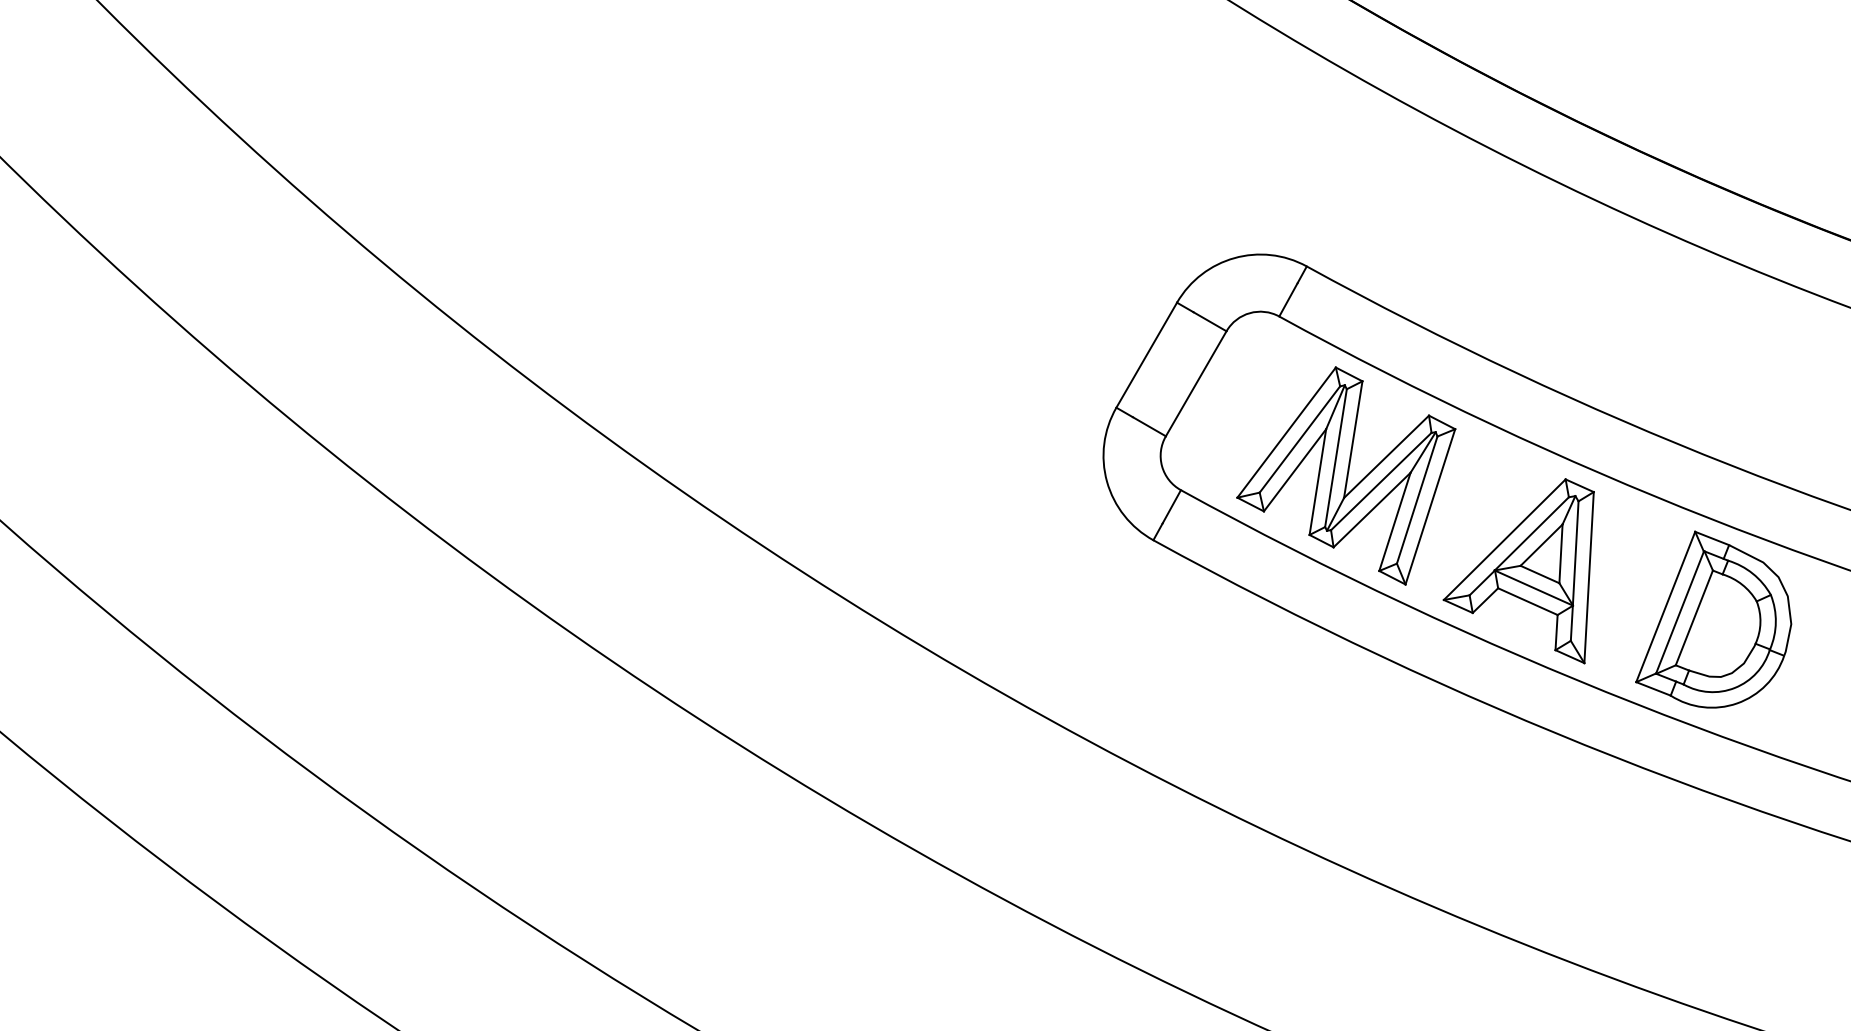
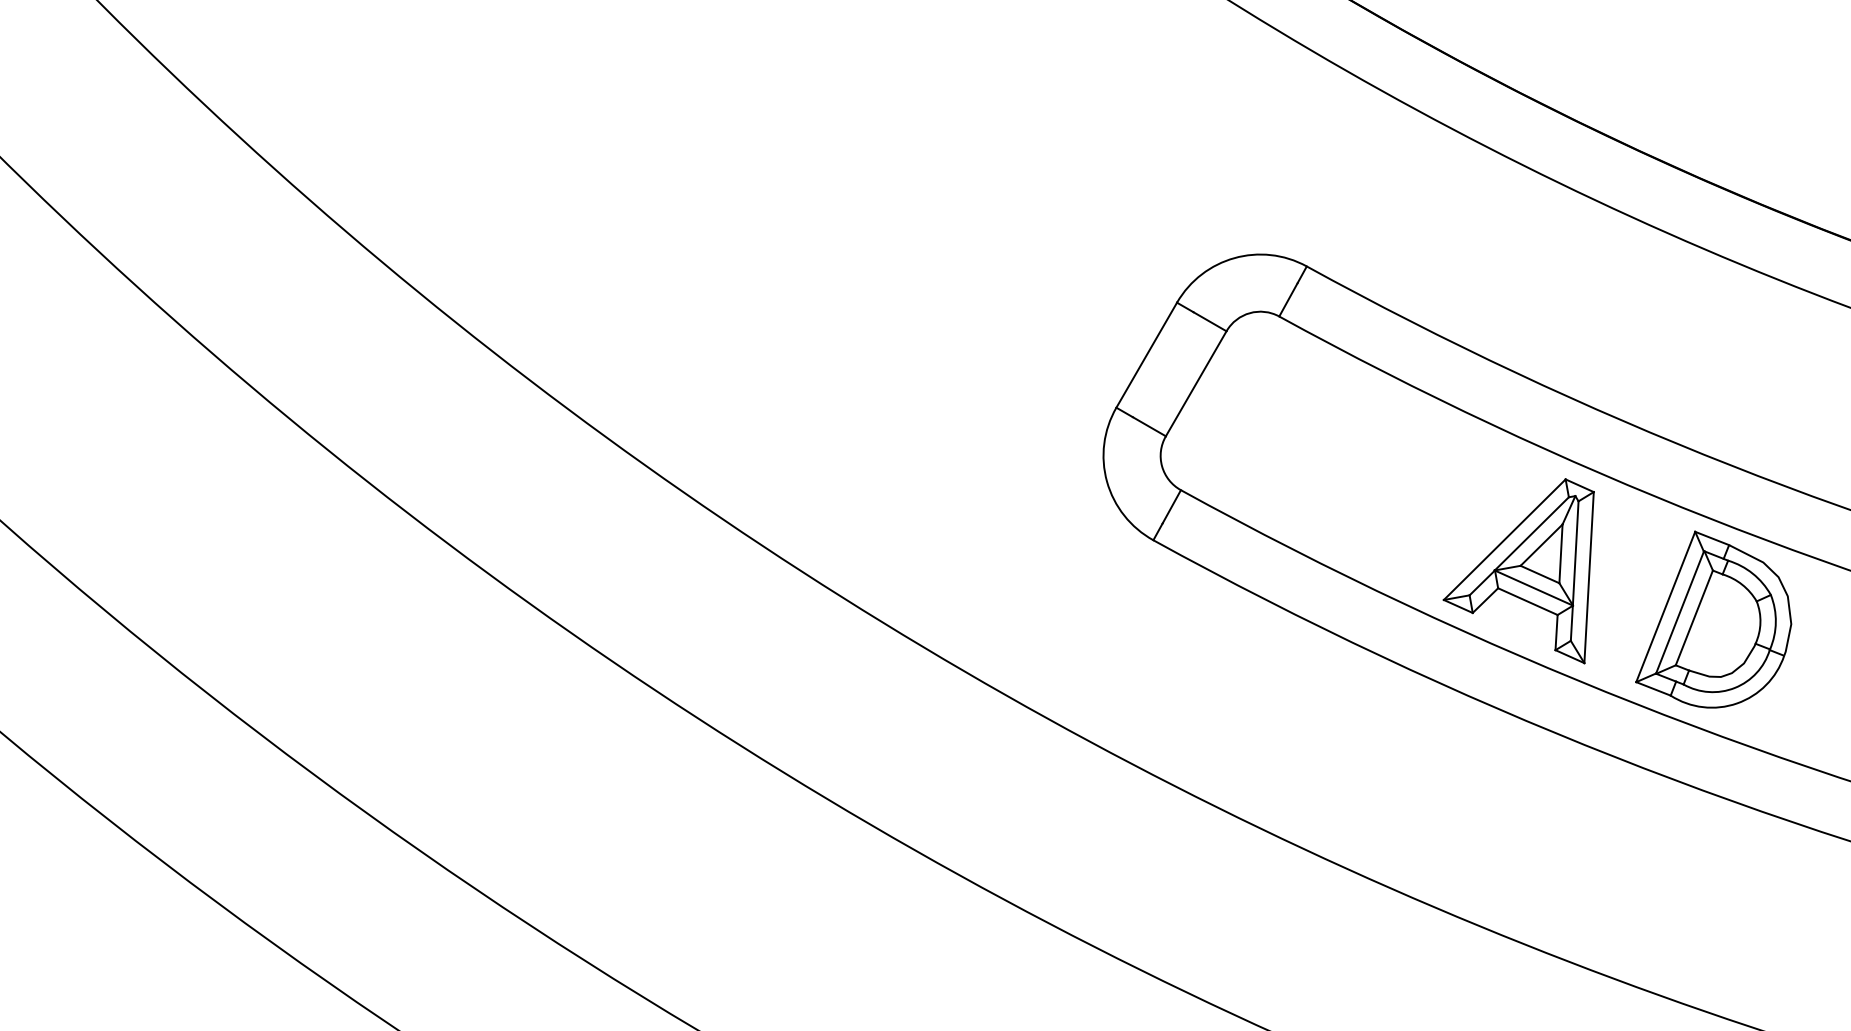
part at (1346, 475): present -> none
